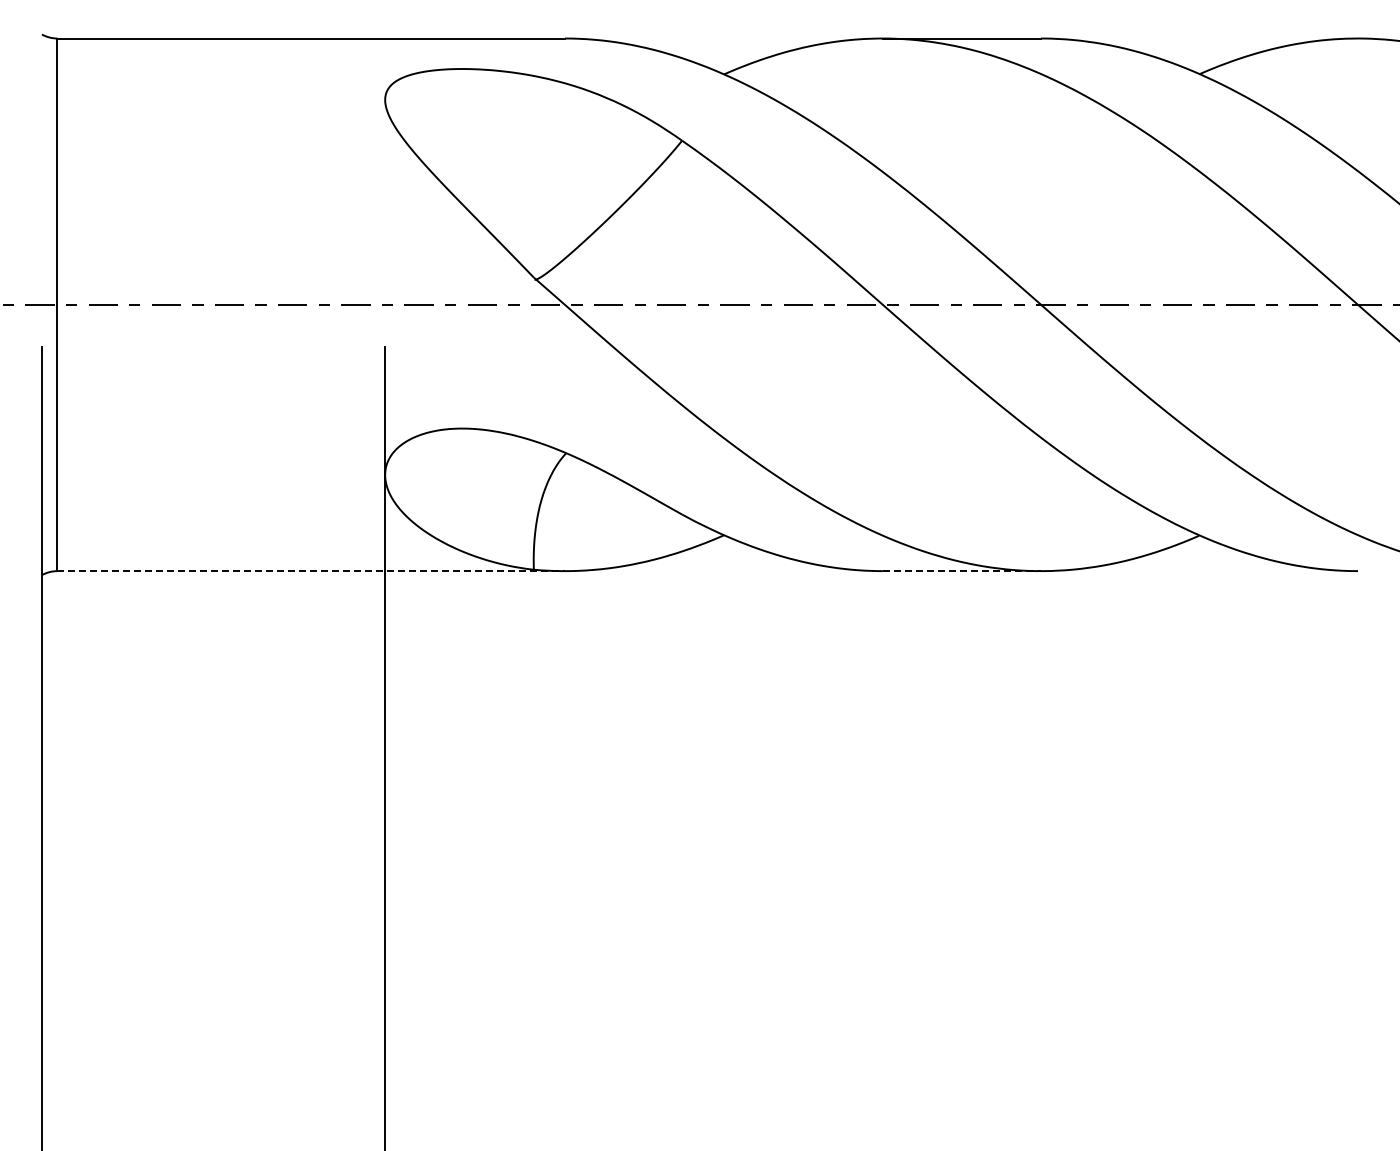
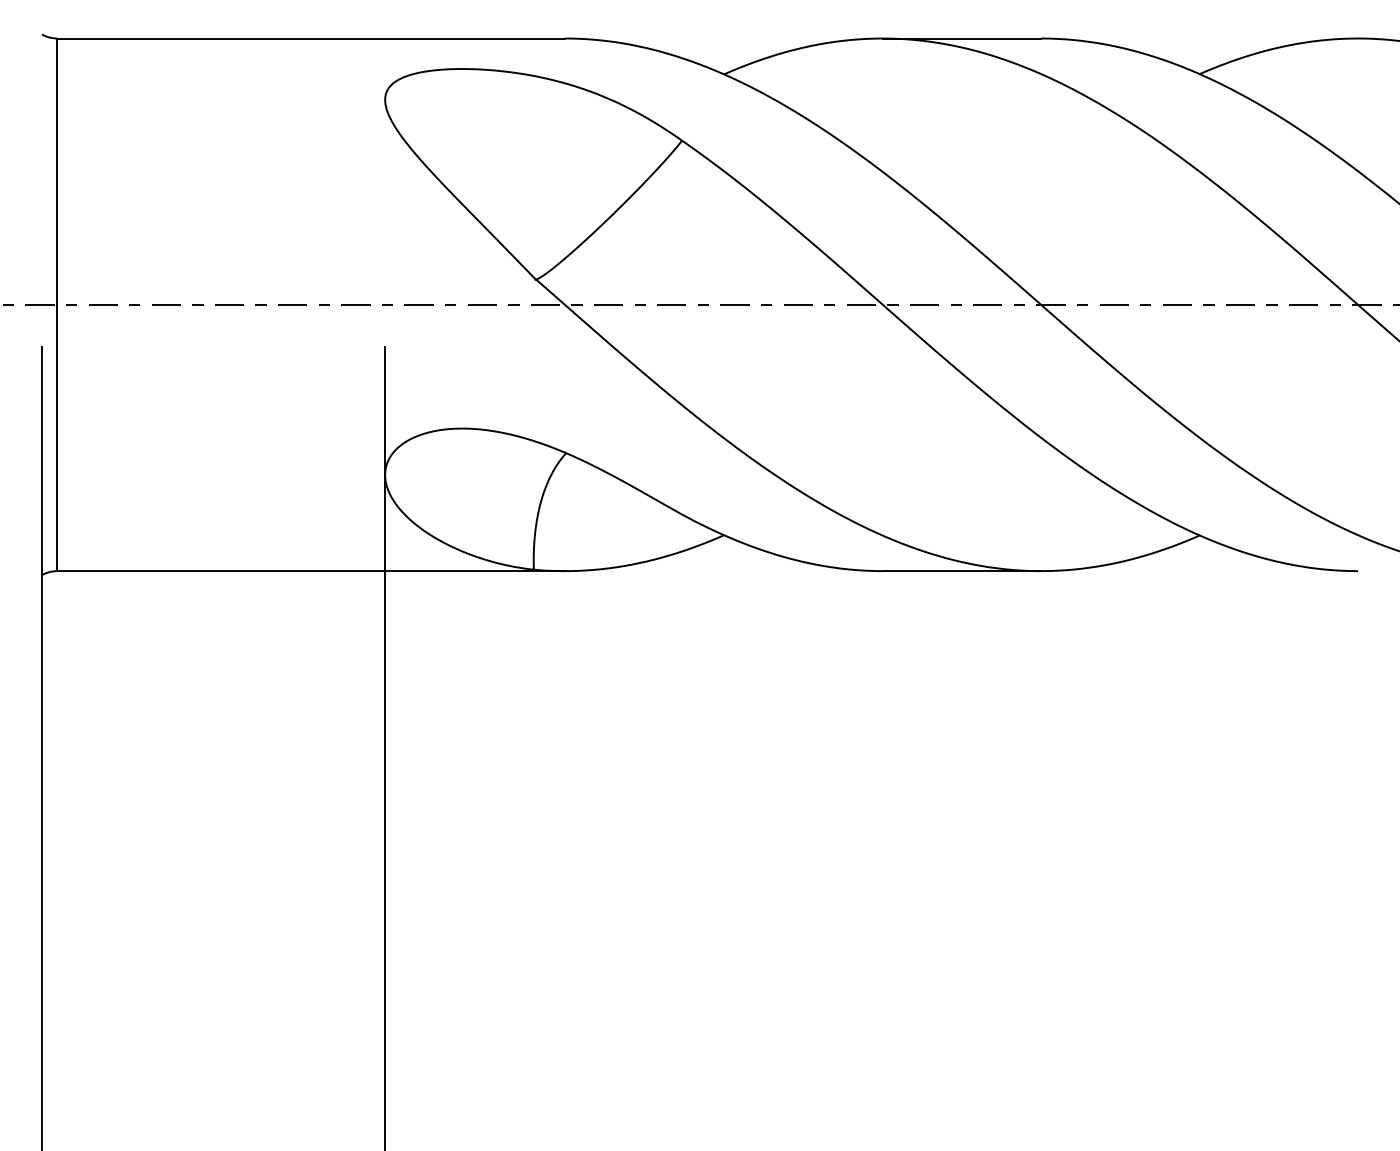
line at (311, 571): dashed -> solid
line at (962, 571): dashed -> solid
